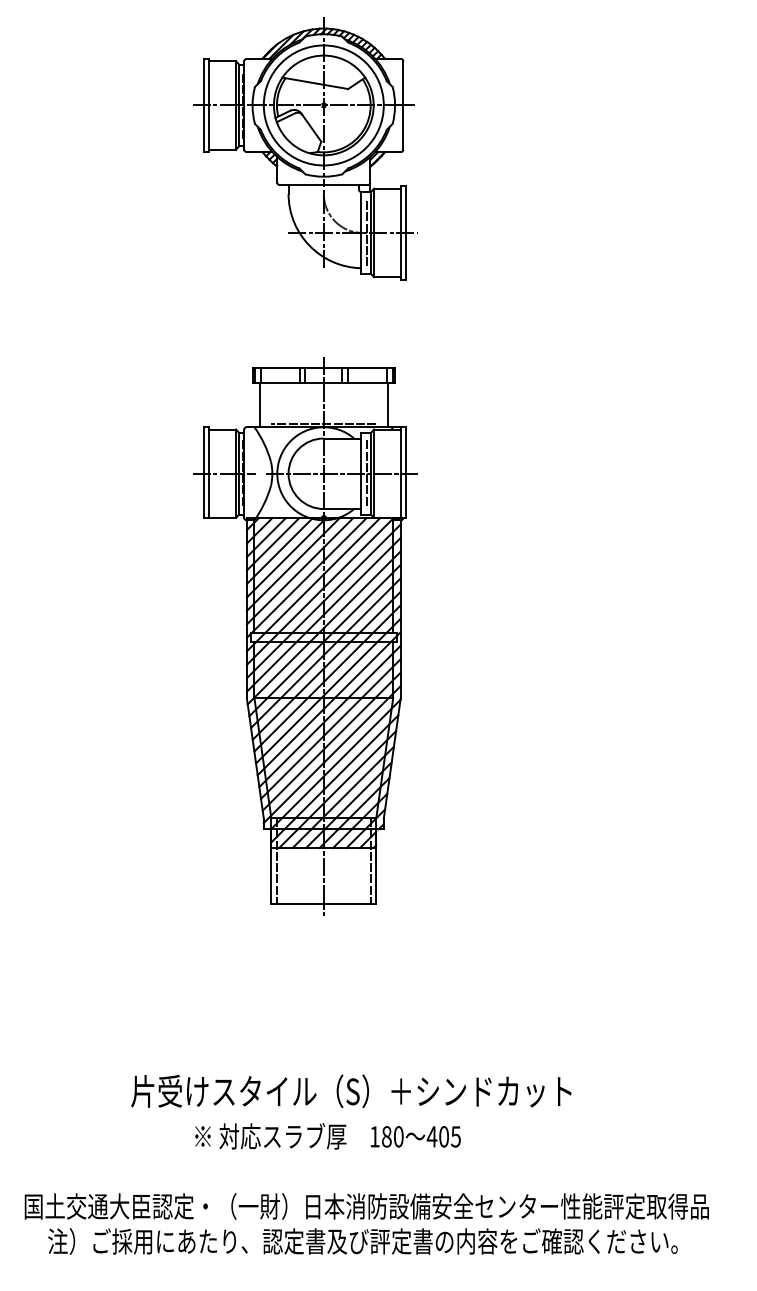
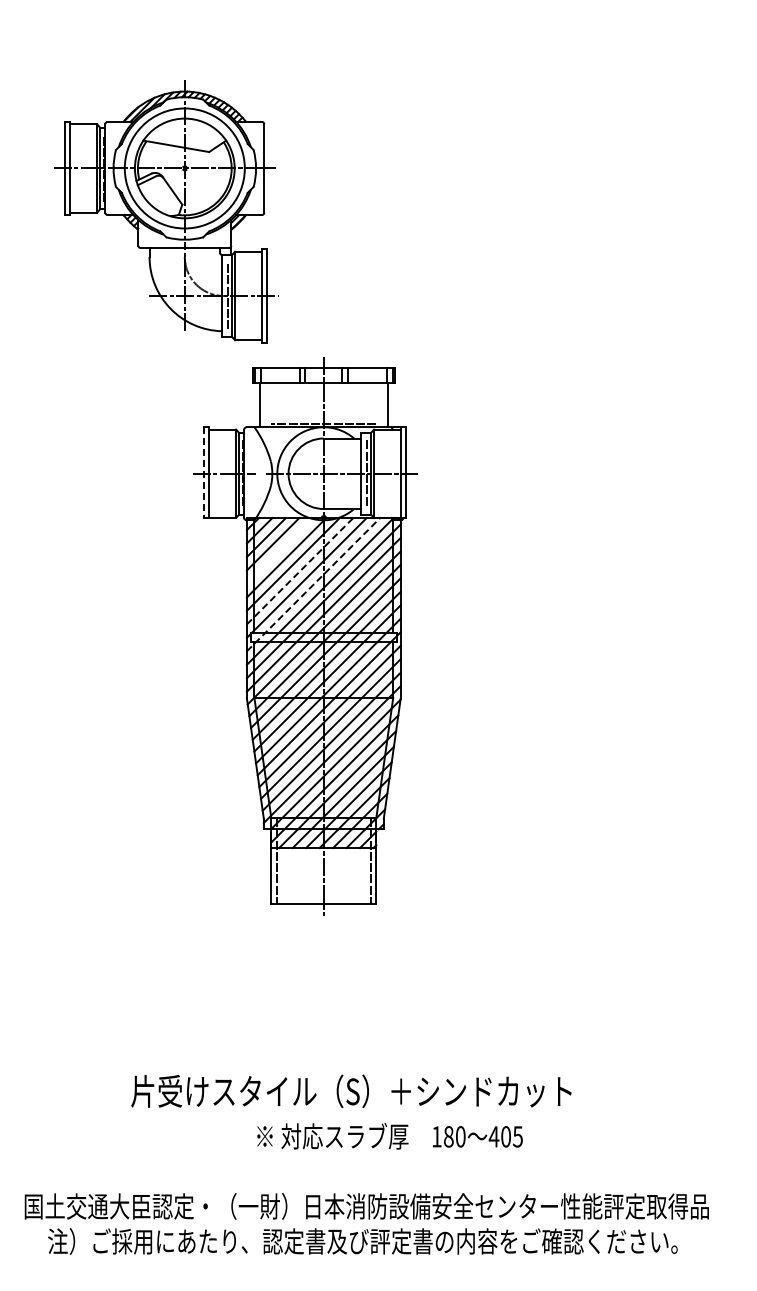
part at (305, 148) position: (305, 148) -> (166, 211)
line at (203, 473): solid -> dashed
line at (279, 550): present -> none
line at (300, 570): solid -> dashed
line at (313, 584): solid -> dashed
text at (327, 1136) position: (327, 1136) -> (389, 1136)
